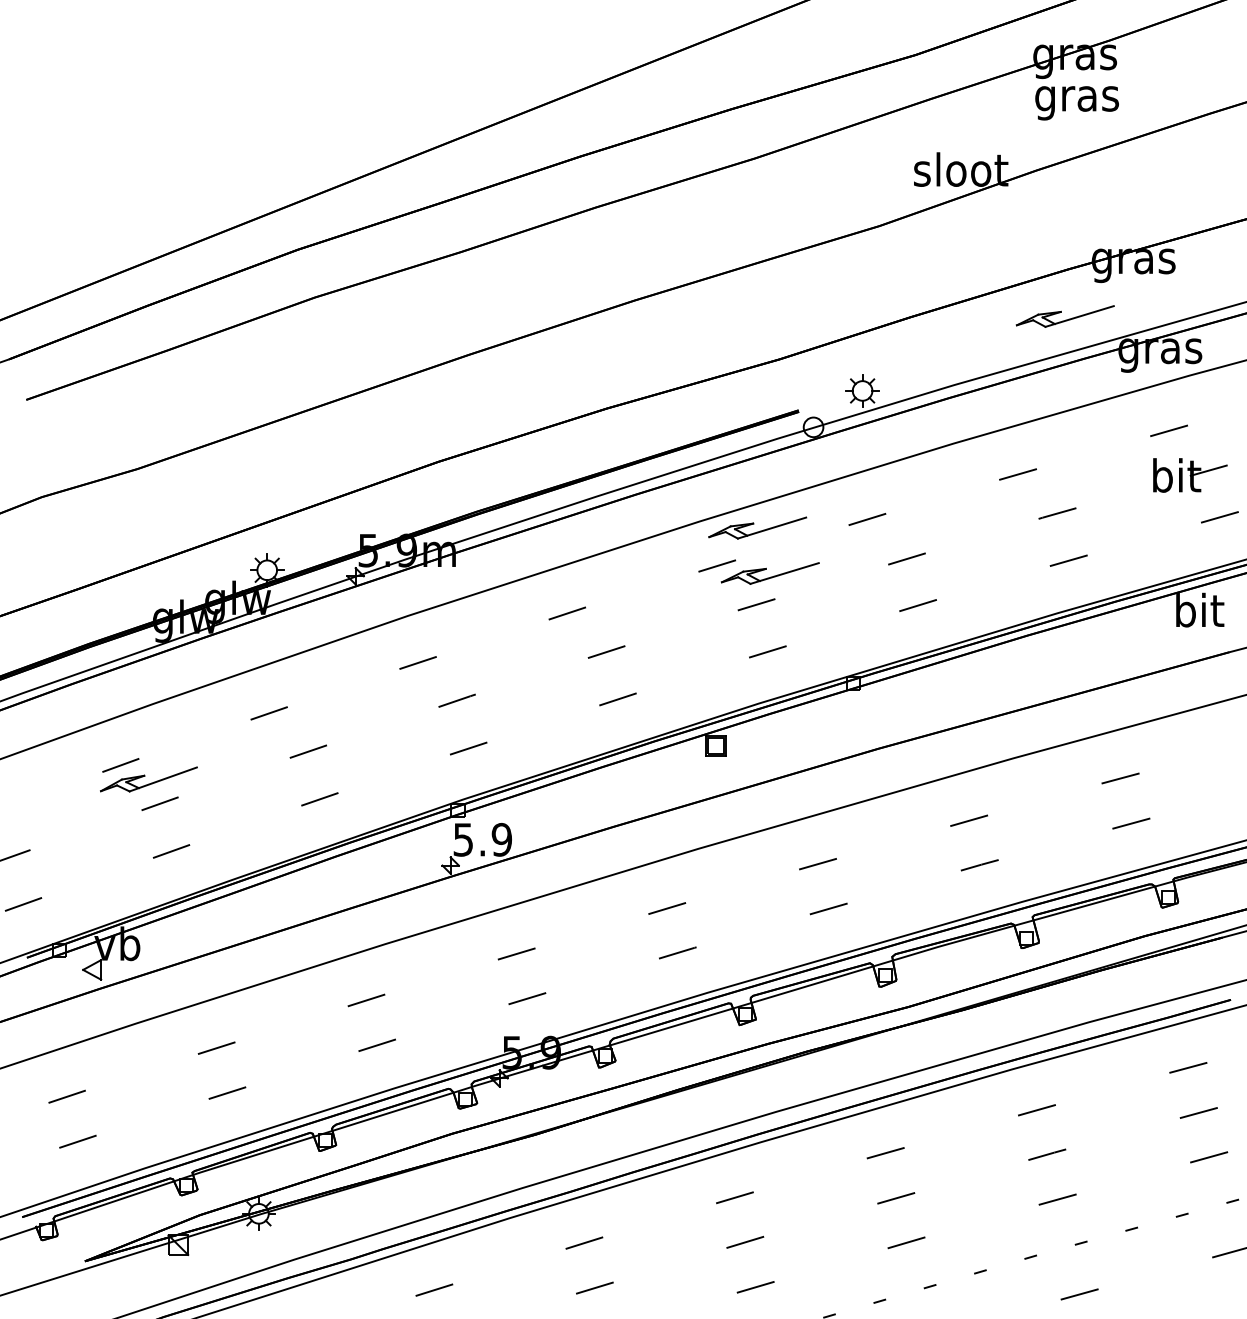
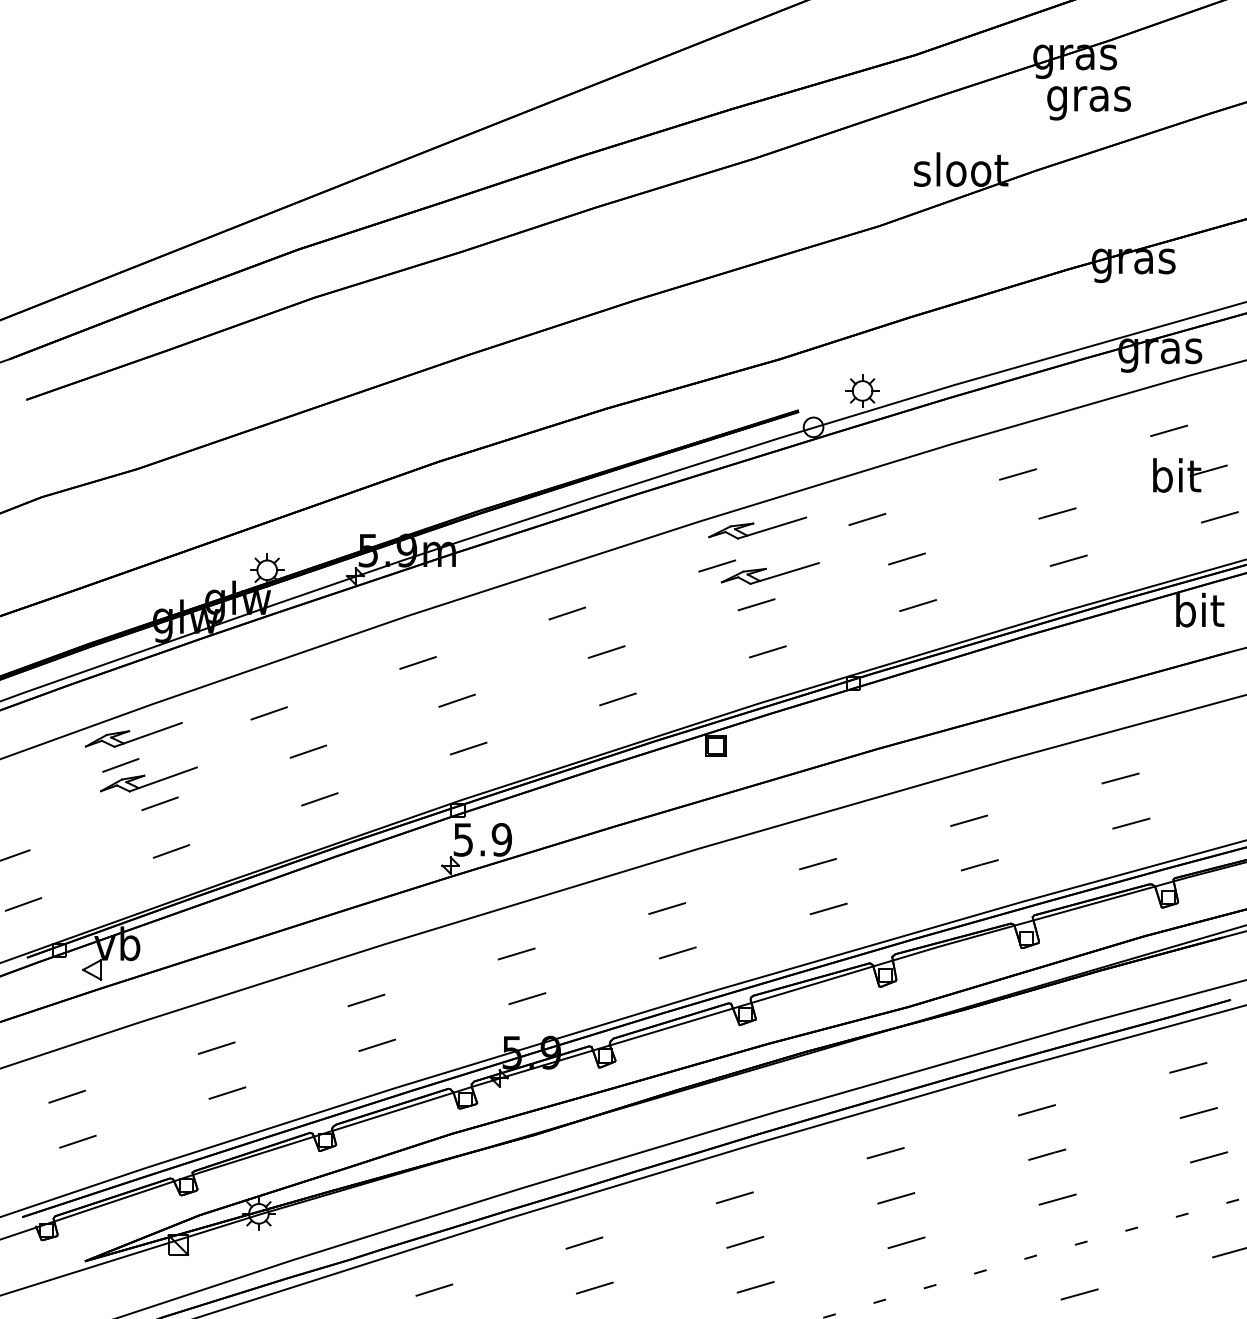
text at (1076, 103) position: (1076, 103) -> (1088, 103)
part at (1064, 316): present -> none
part at (133, 734): none -> present
